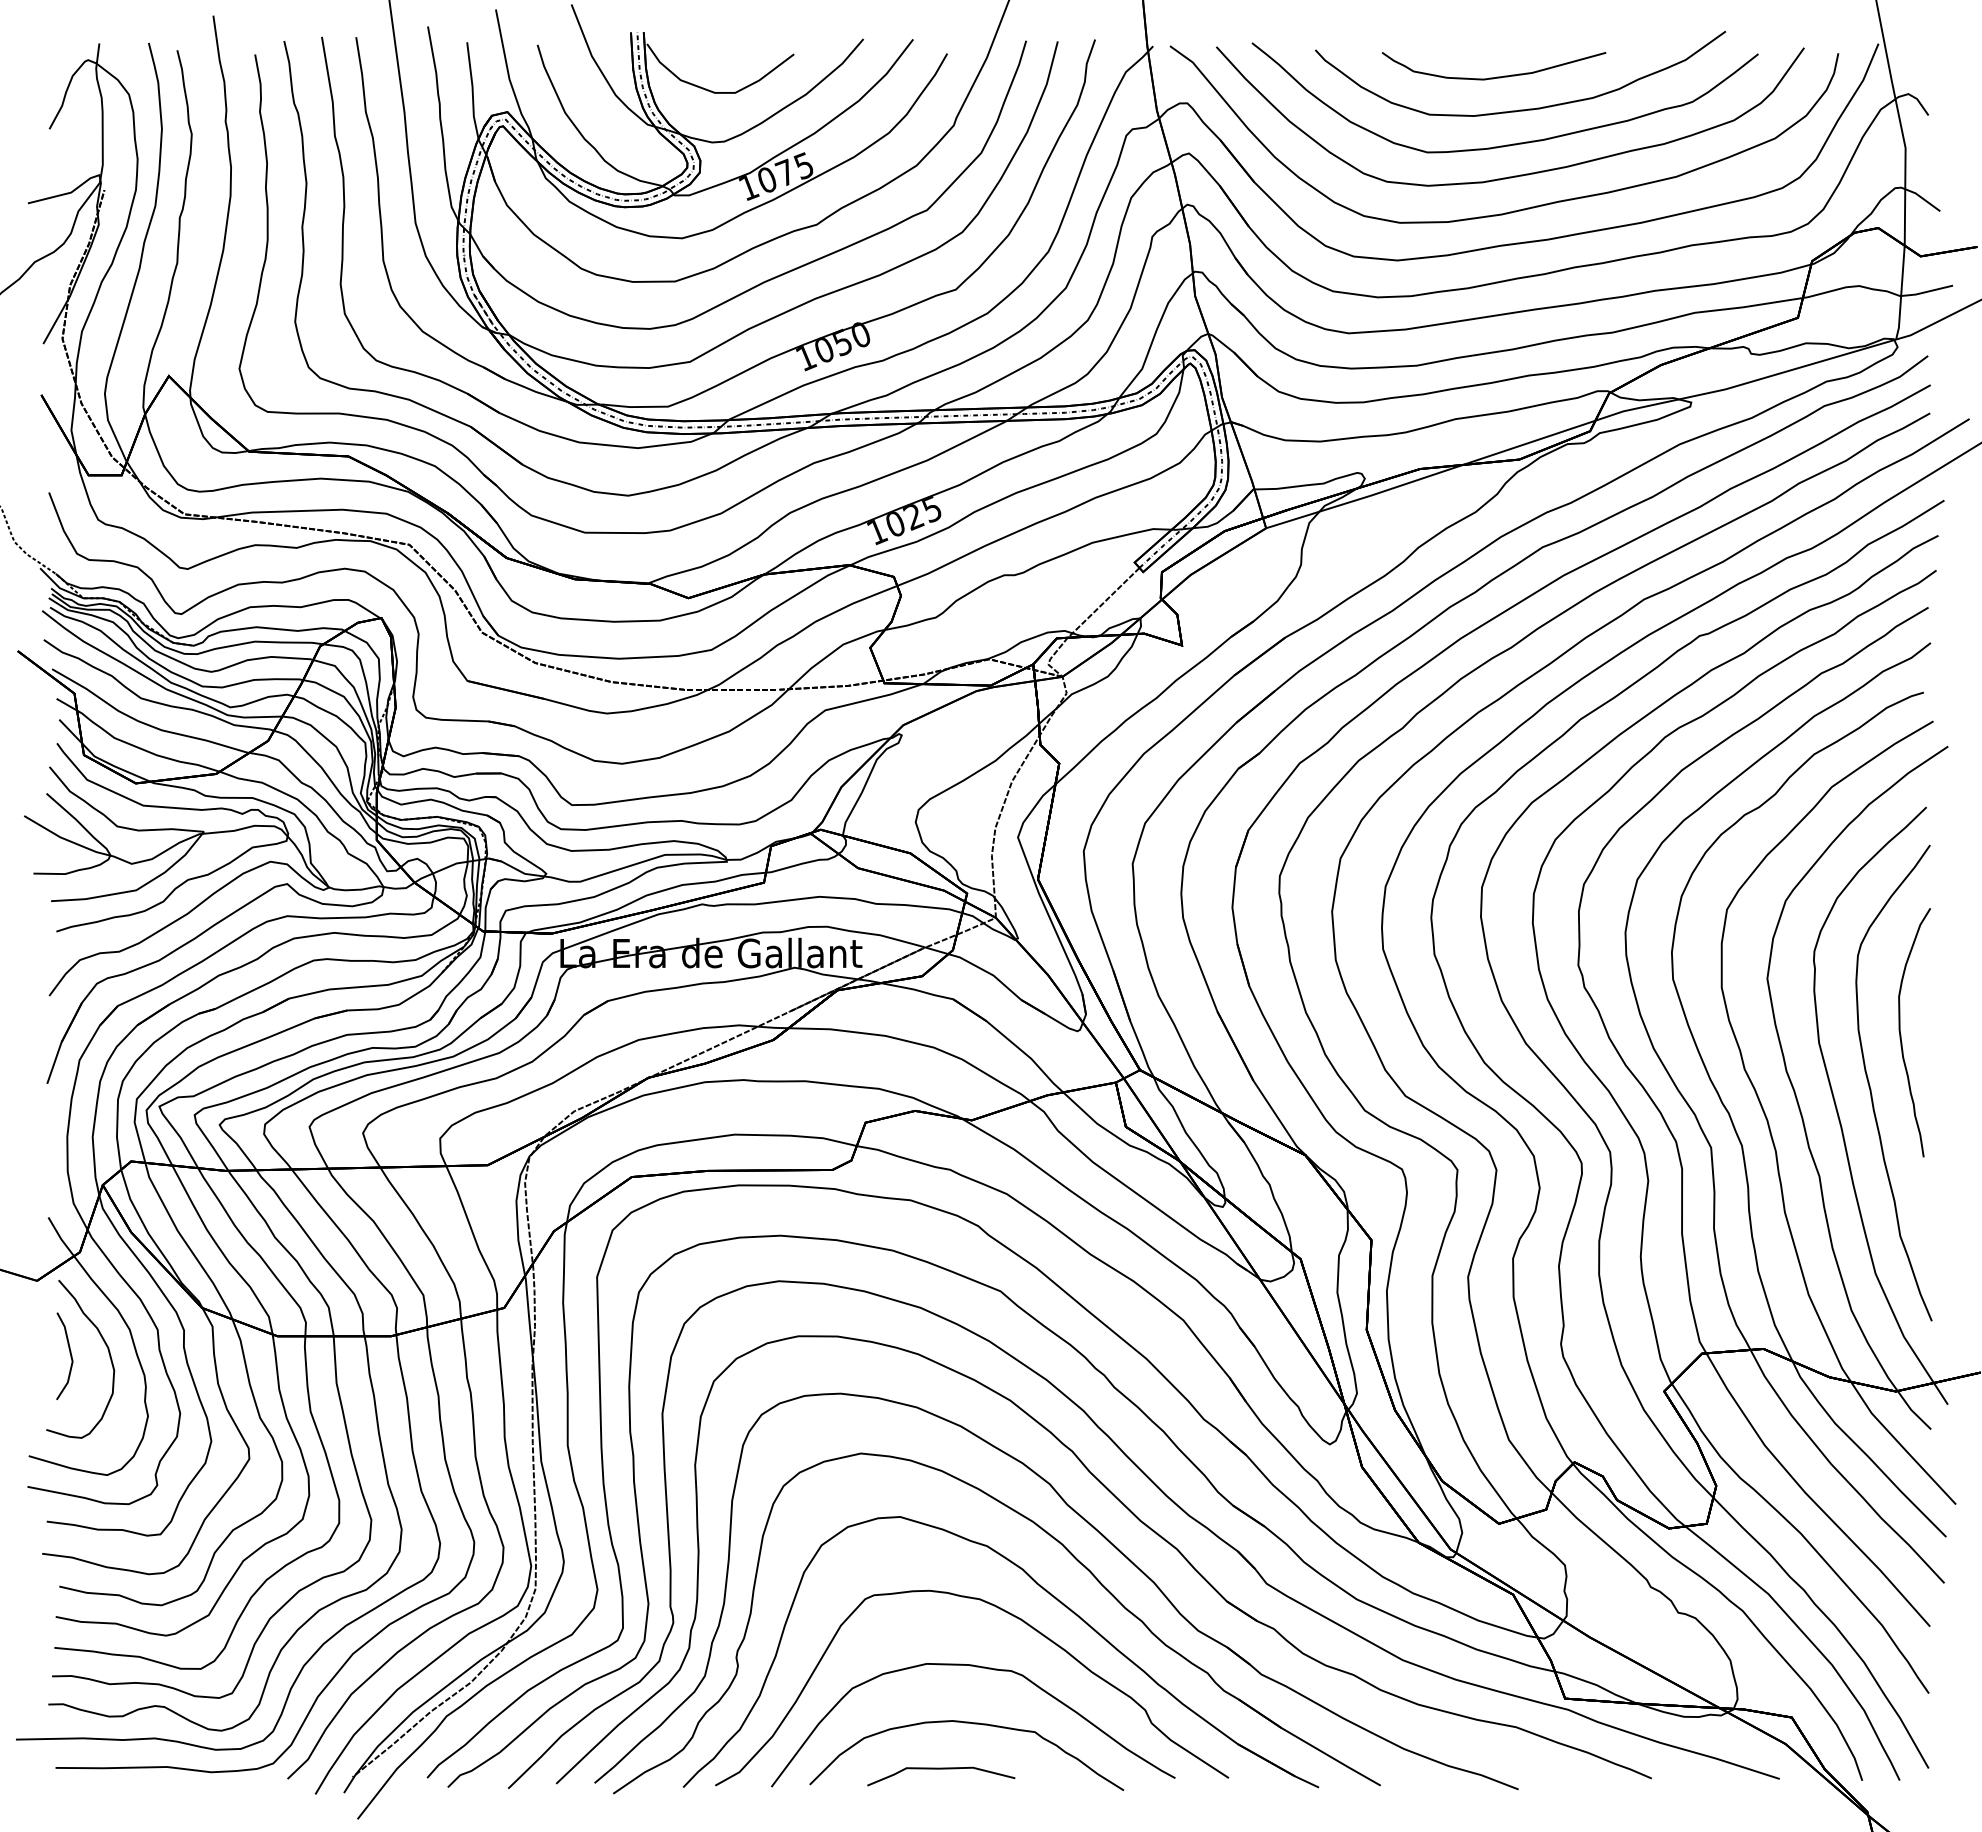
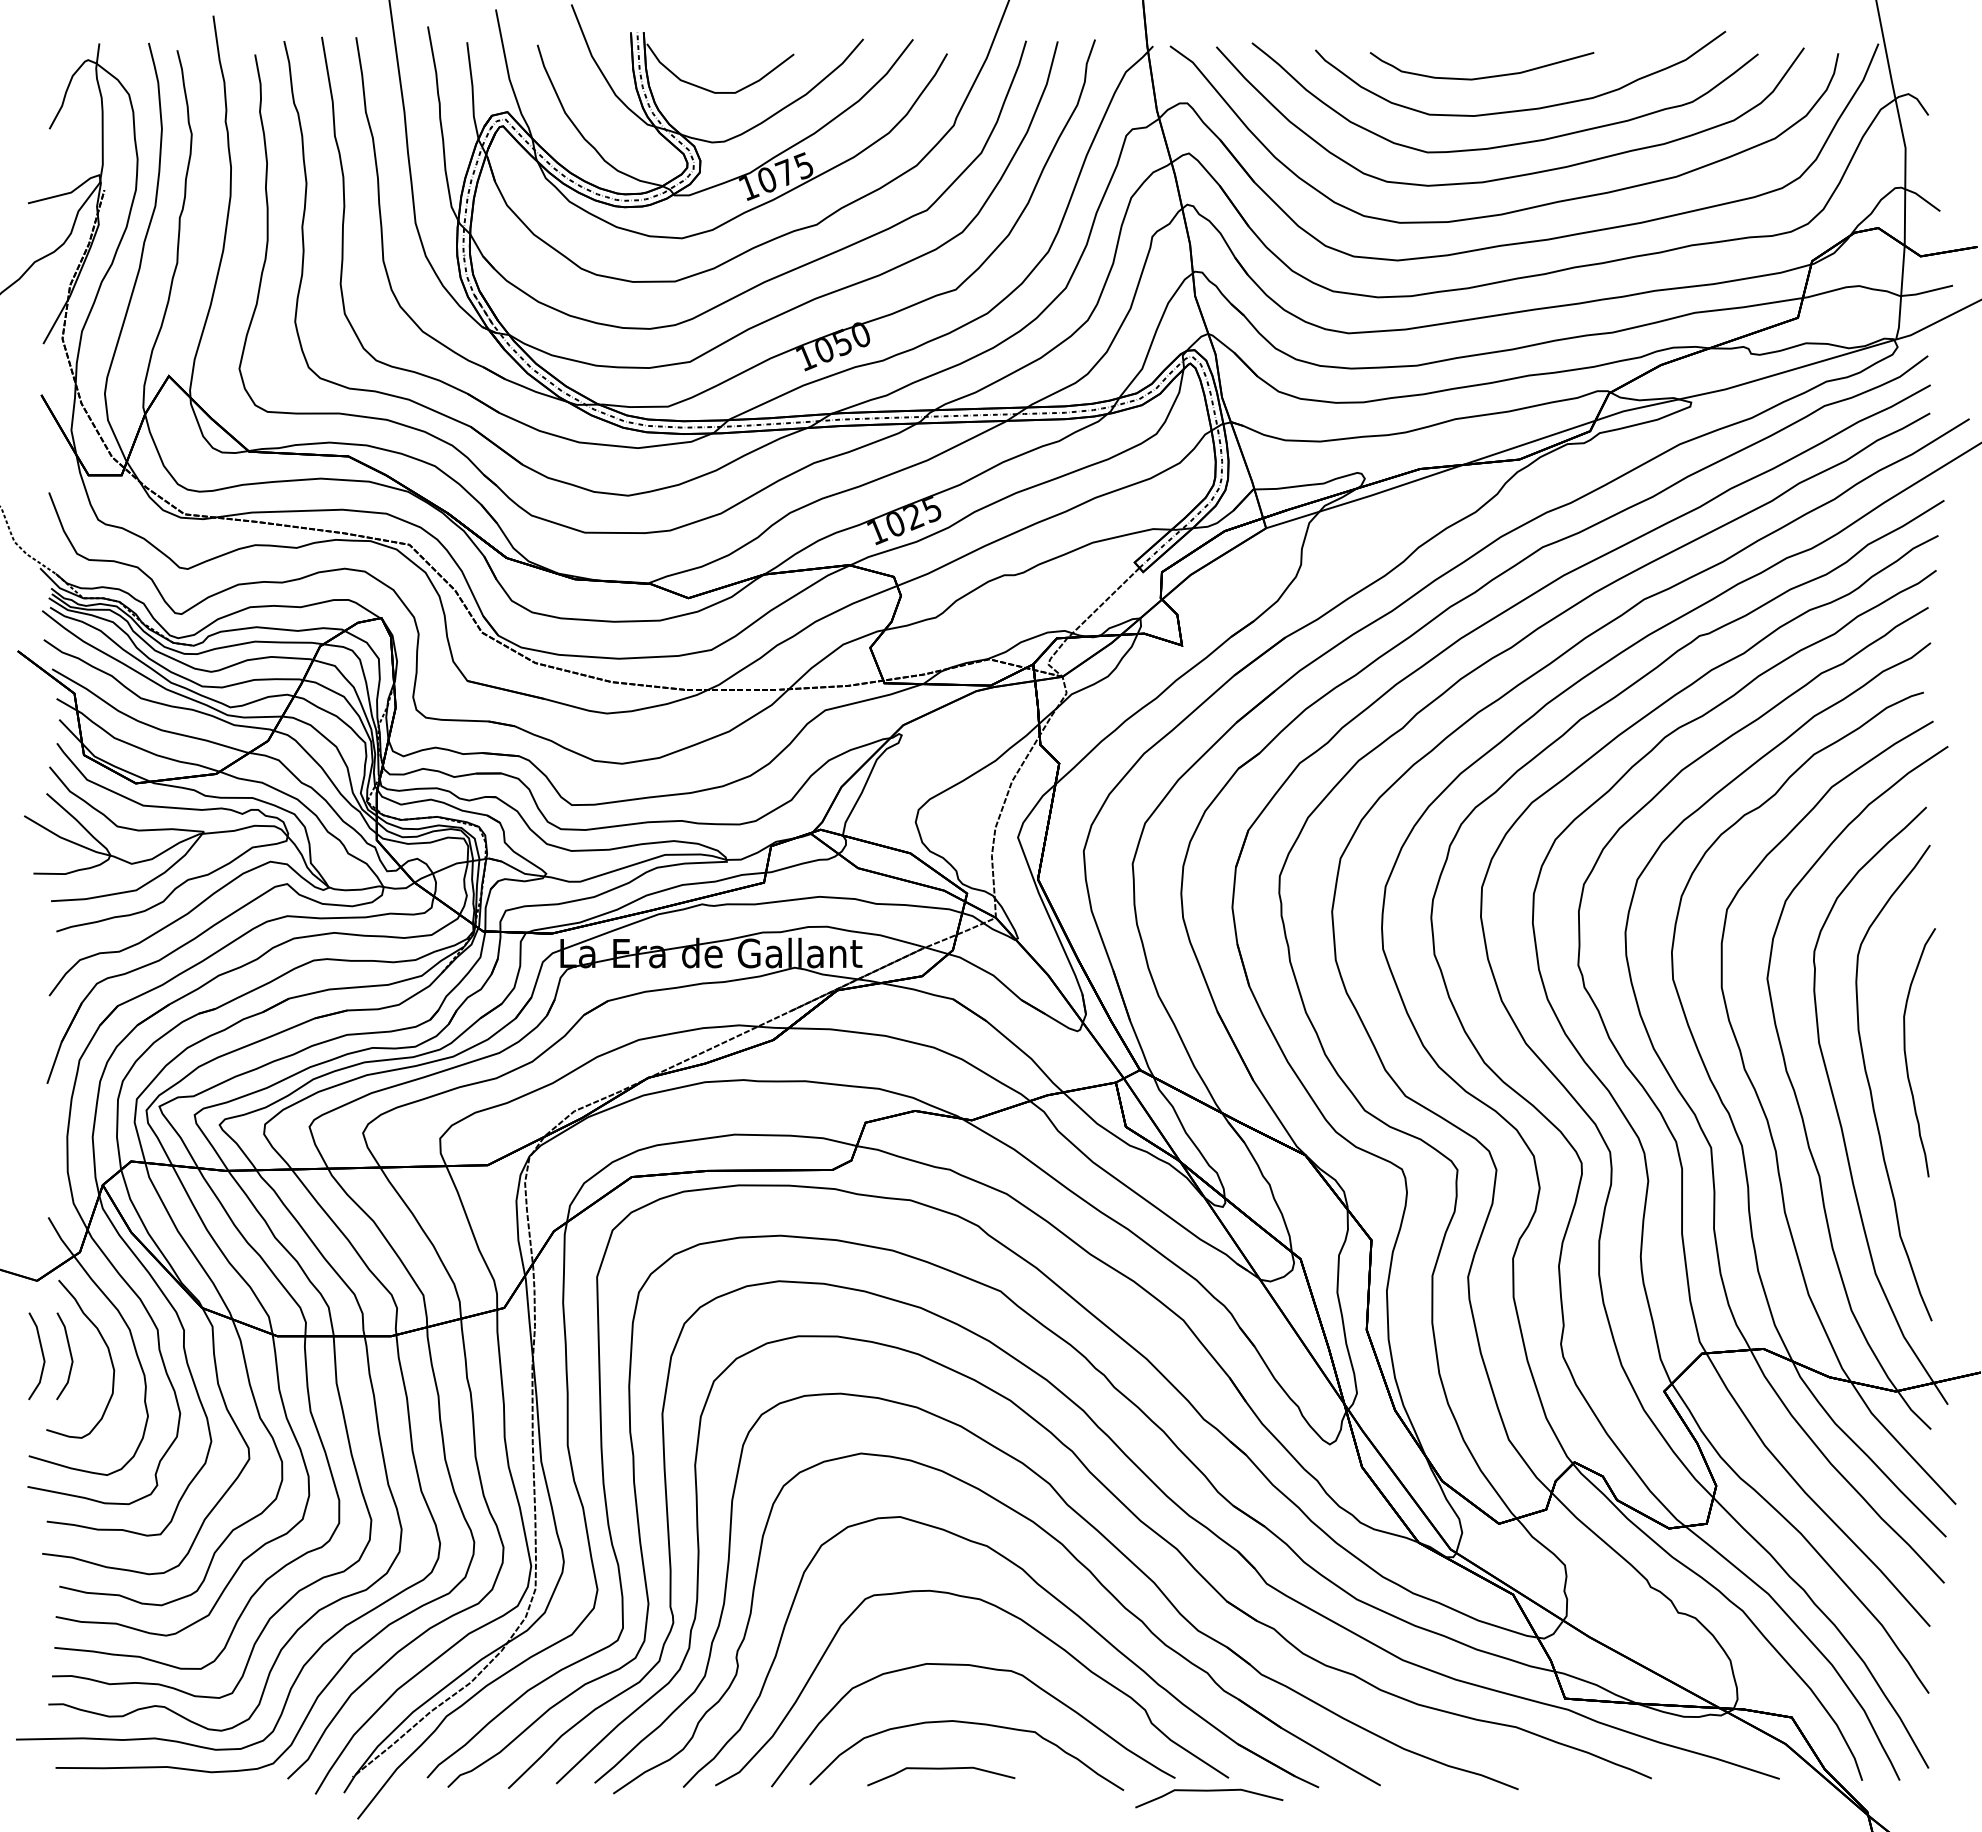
curve at (1496, 76) position: (1496, 76) -> (1484, 76)
curve at (1901, 1034) position: (1901, 1034) -> (1906, 1054)
line at (41, 1353): none -> present
curve at (1209, 1791): none -> present
